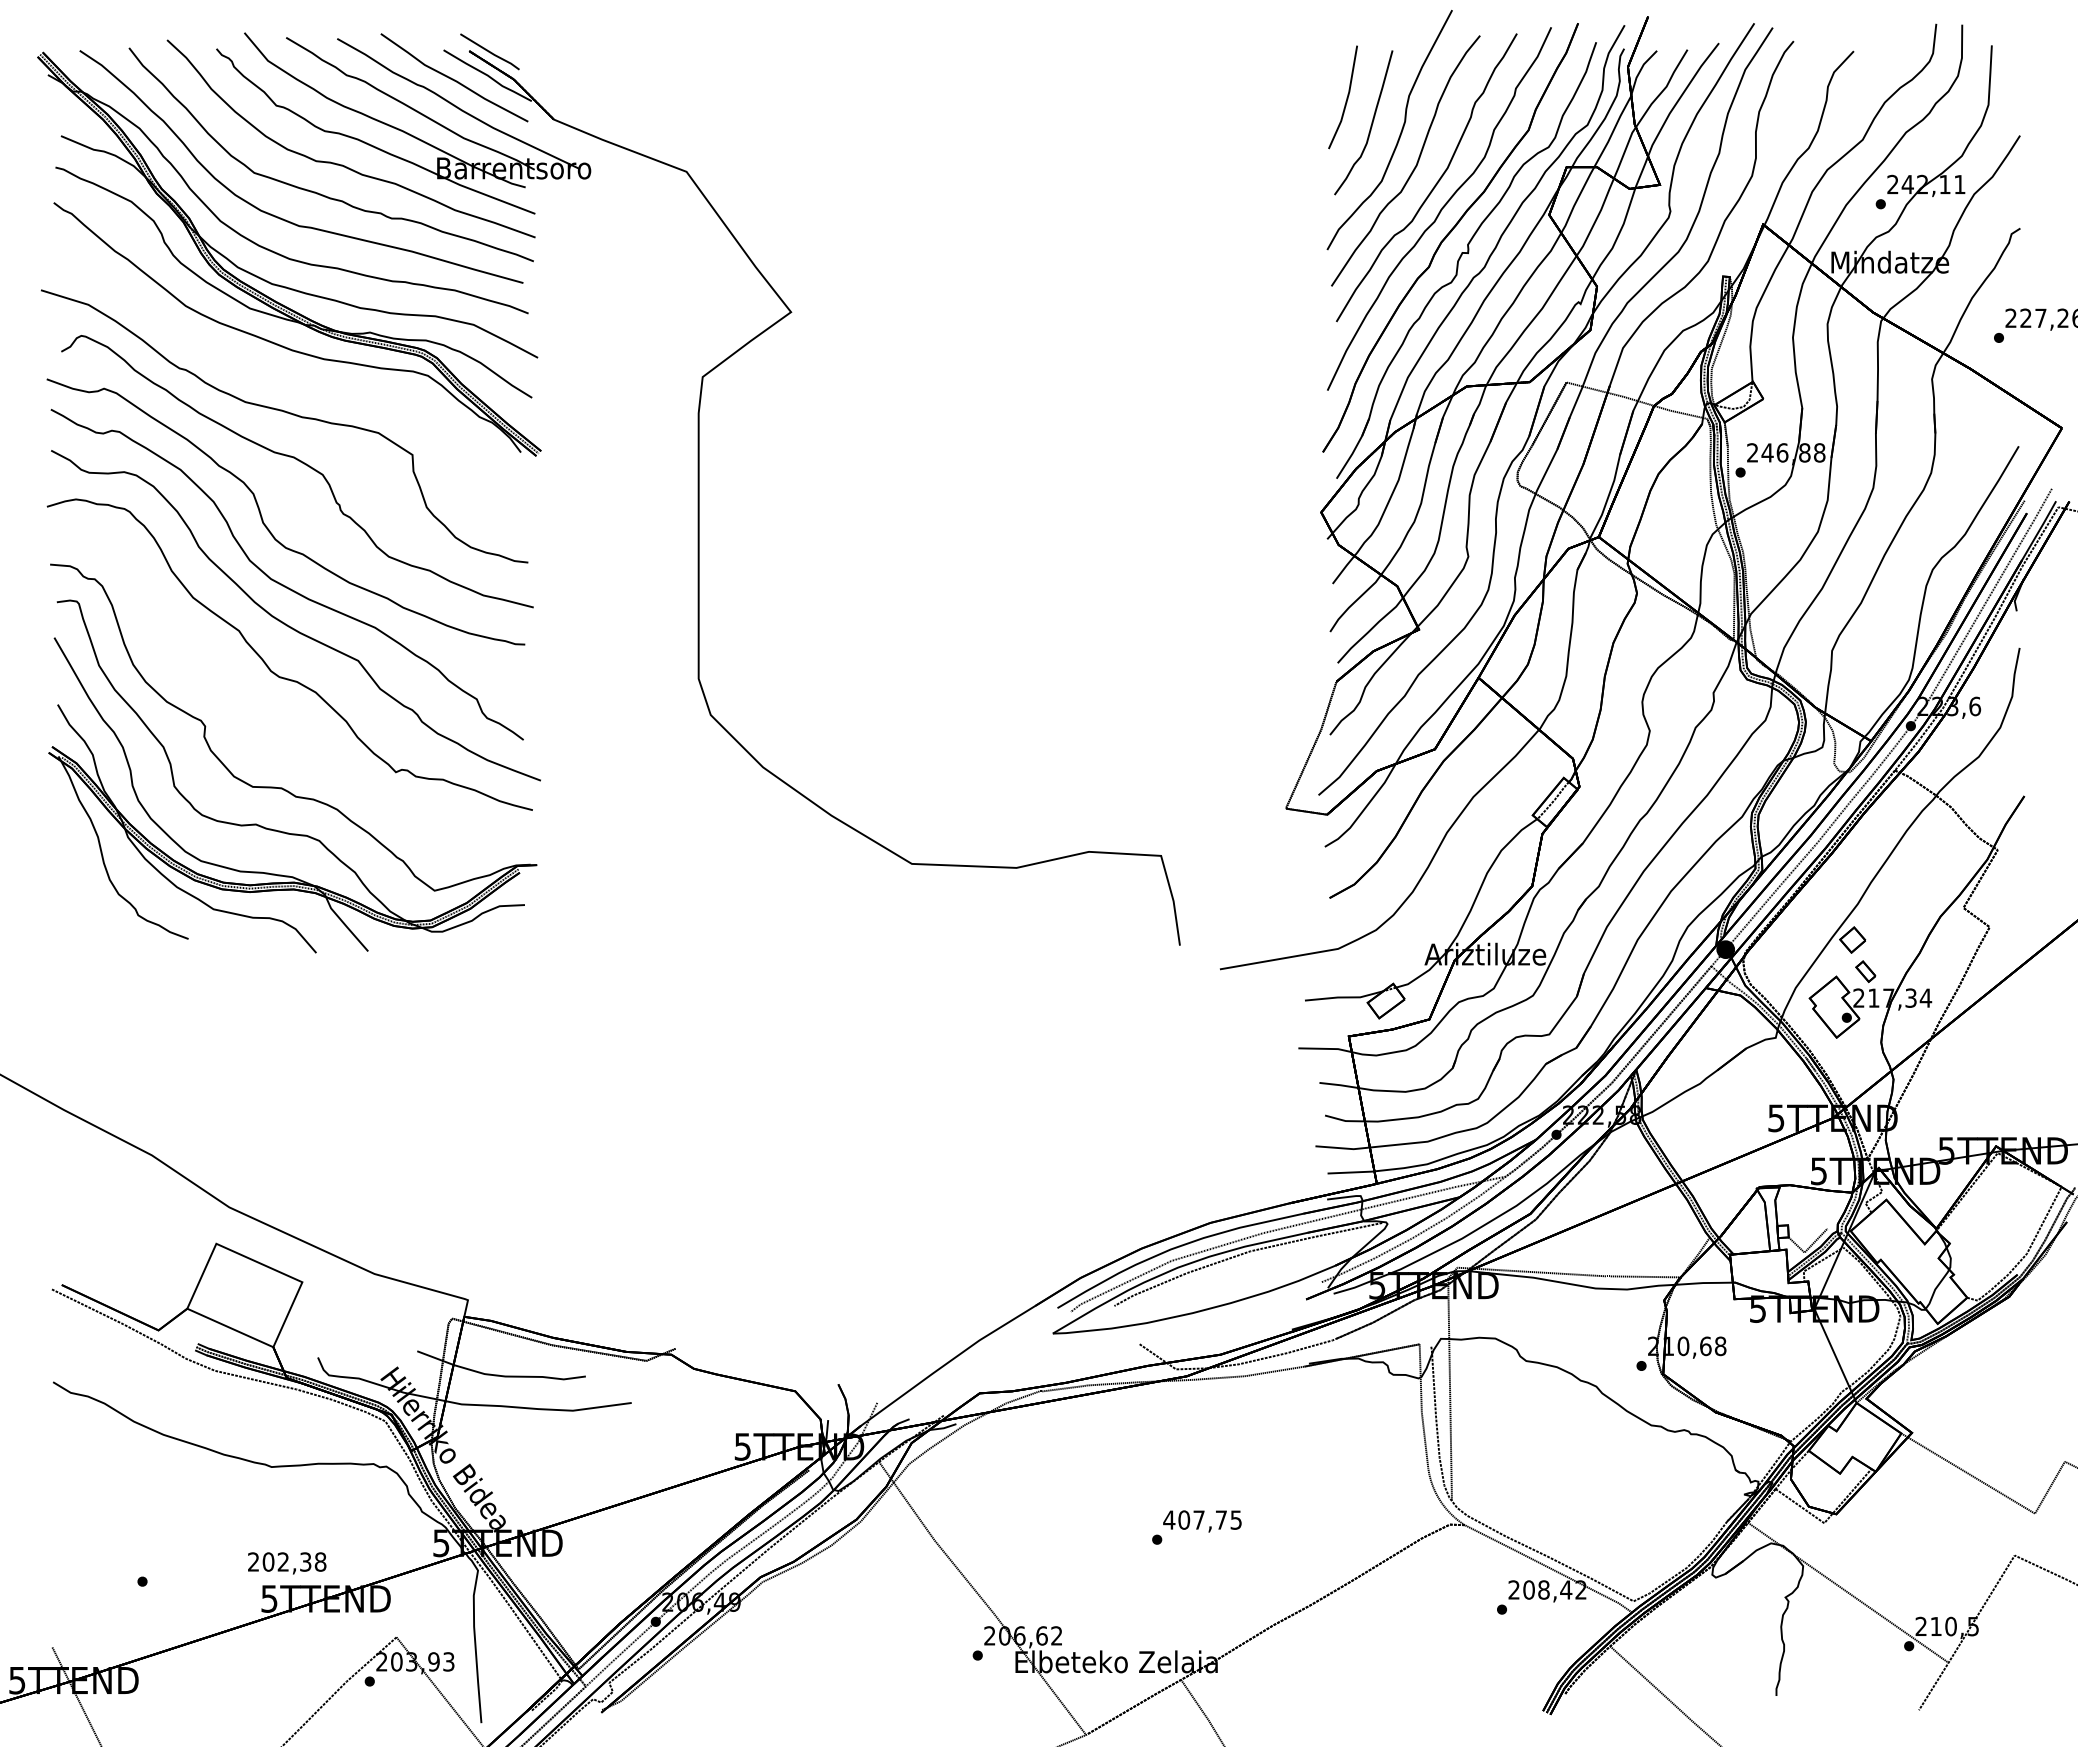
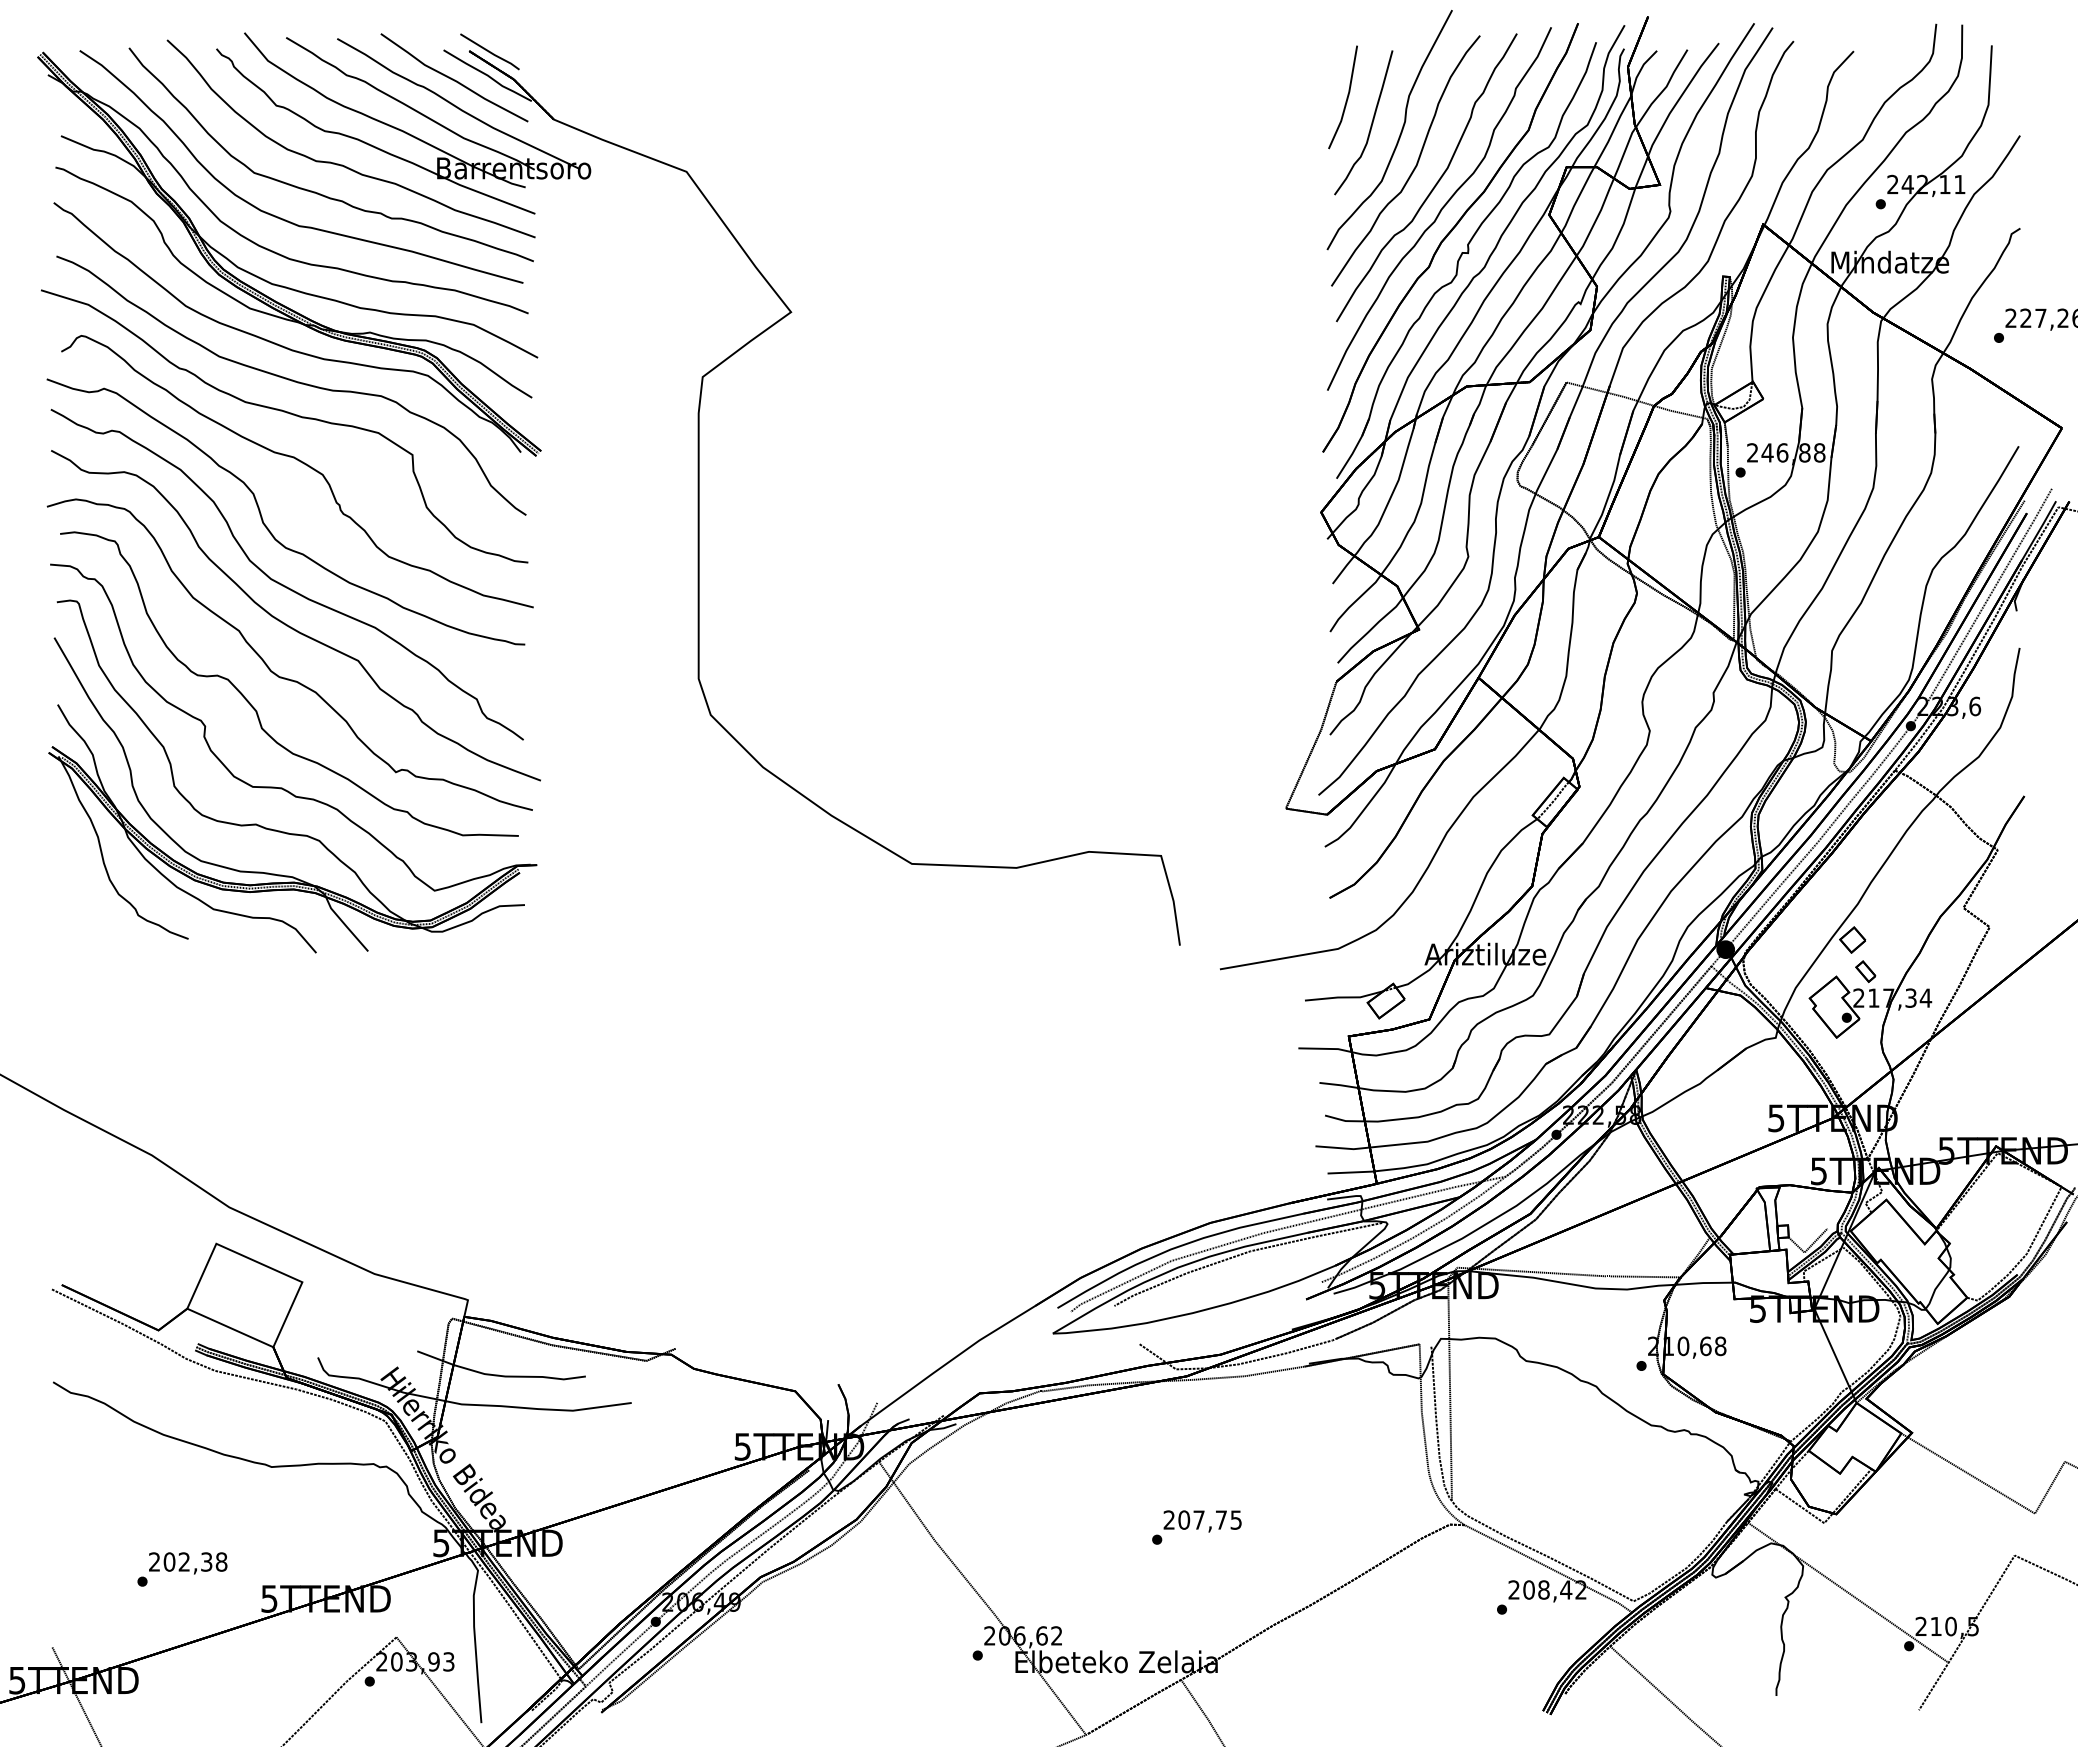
curve at (291, 381): none -> present
curve at (256, 709): none -> present
text at (1169, 1519): 407,75 -> 207,75
text at (287, 1563) position: (287, 1563) -> (188, 1563)
